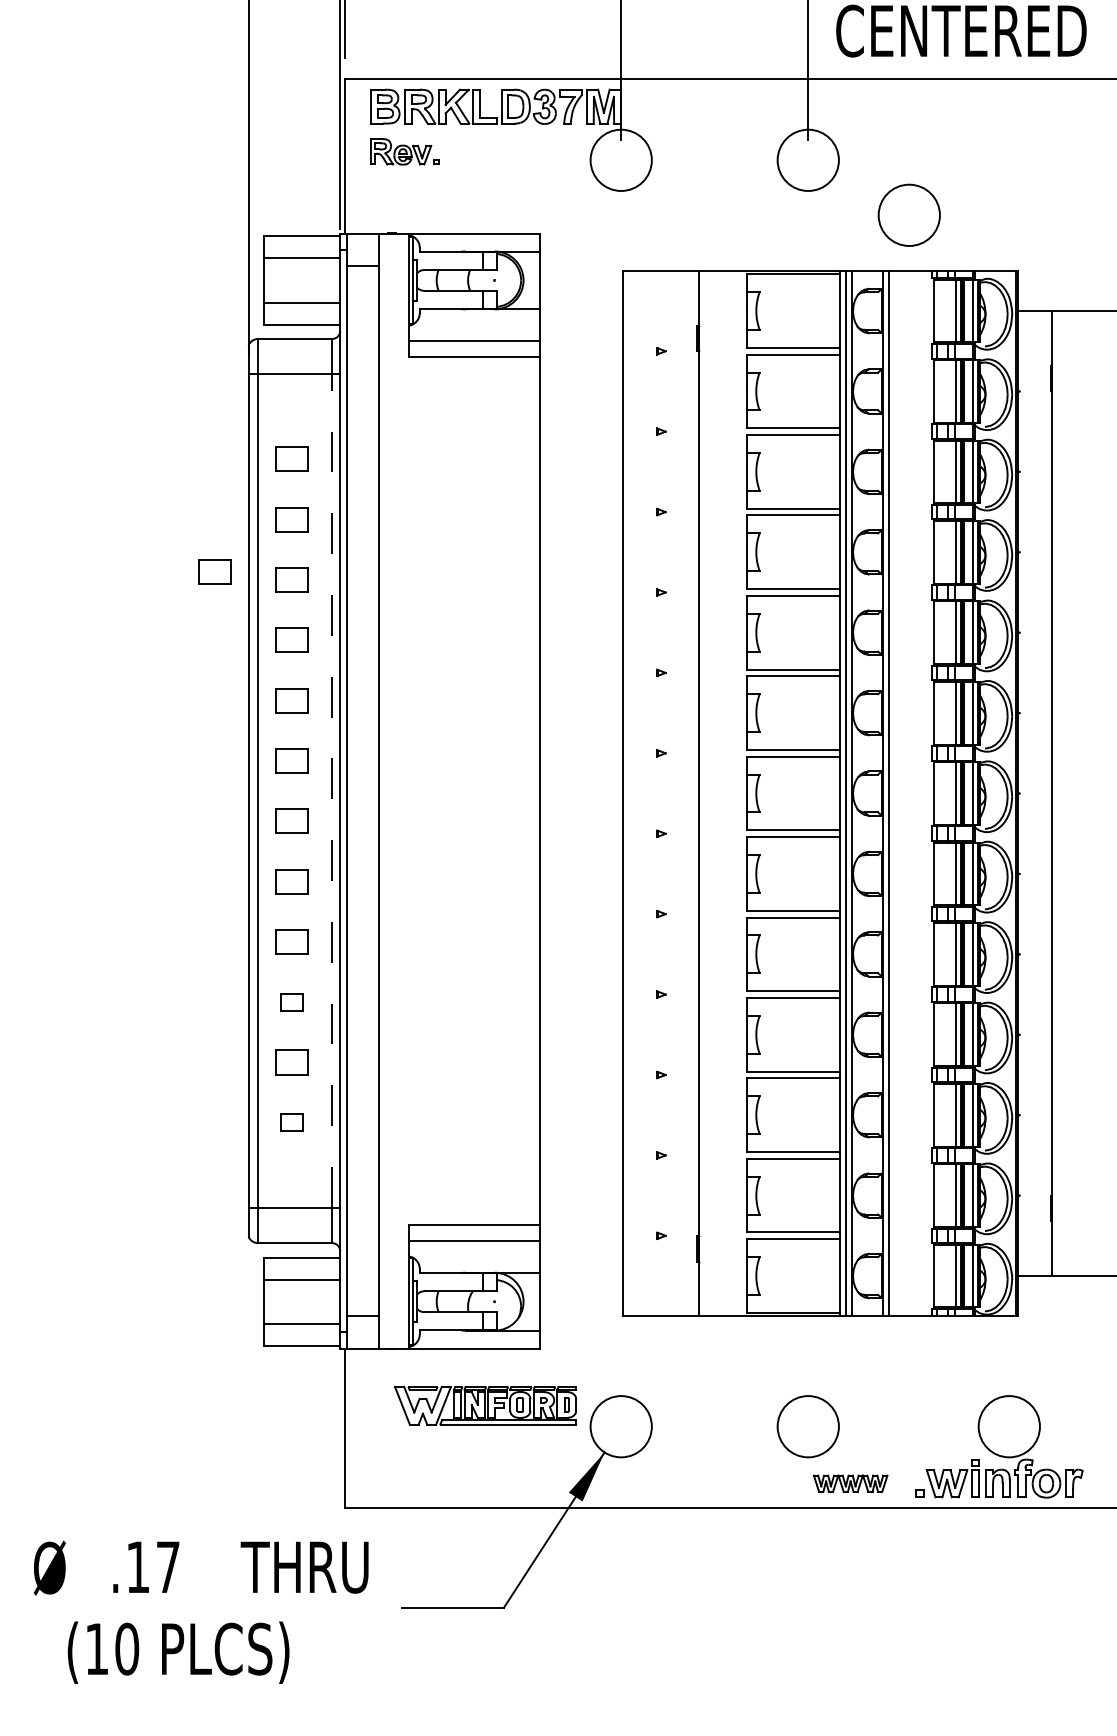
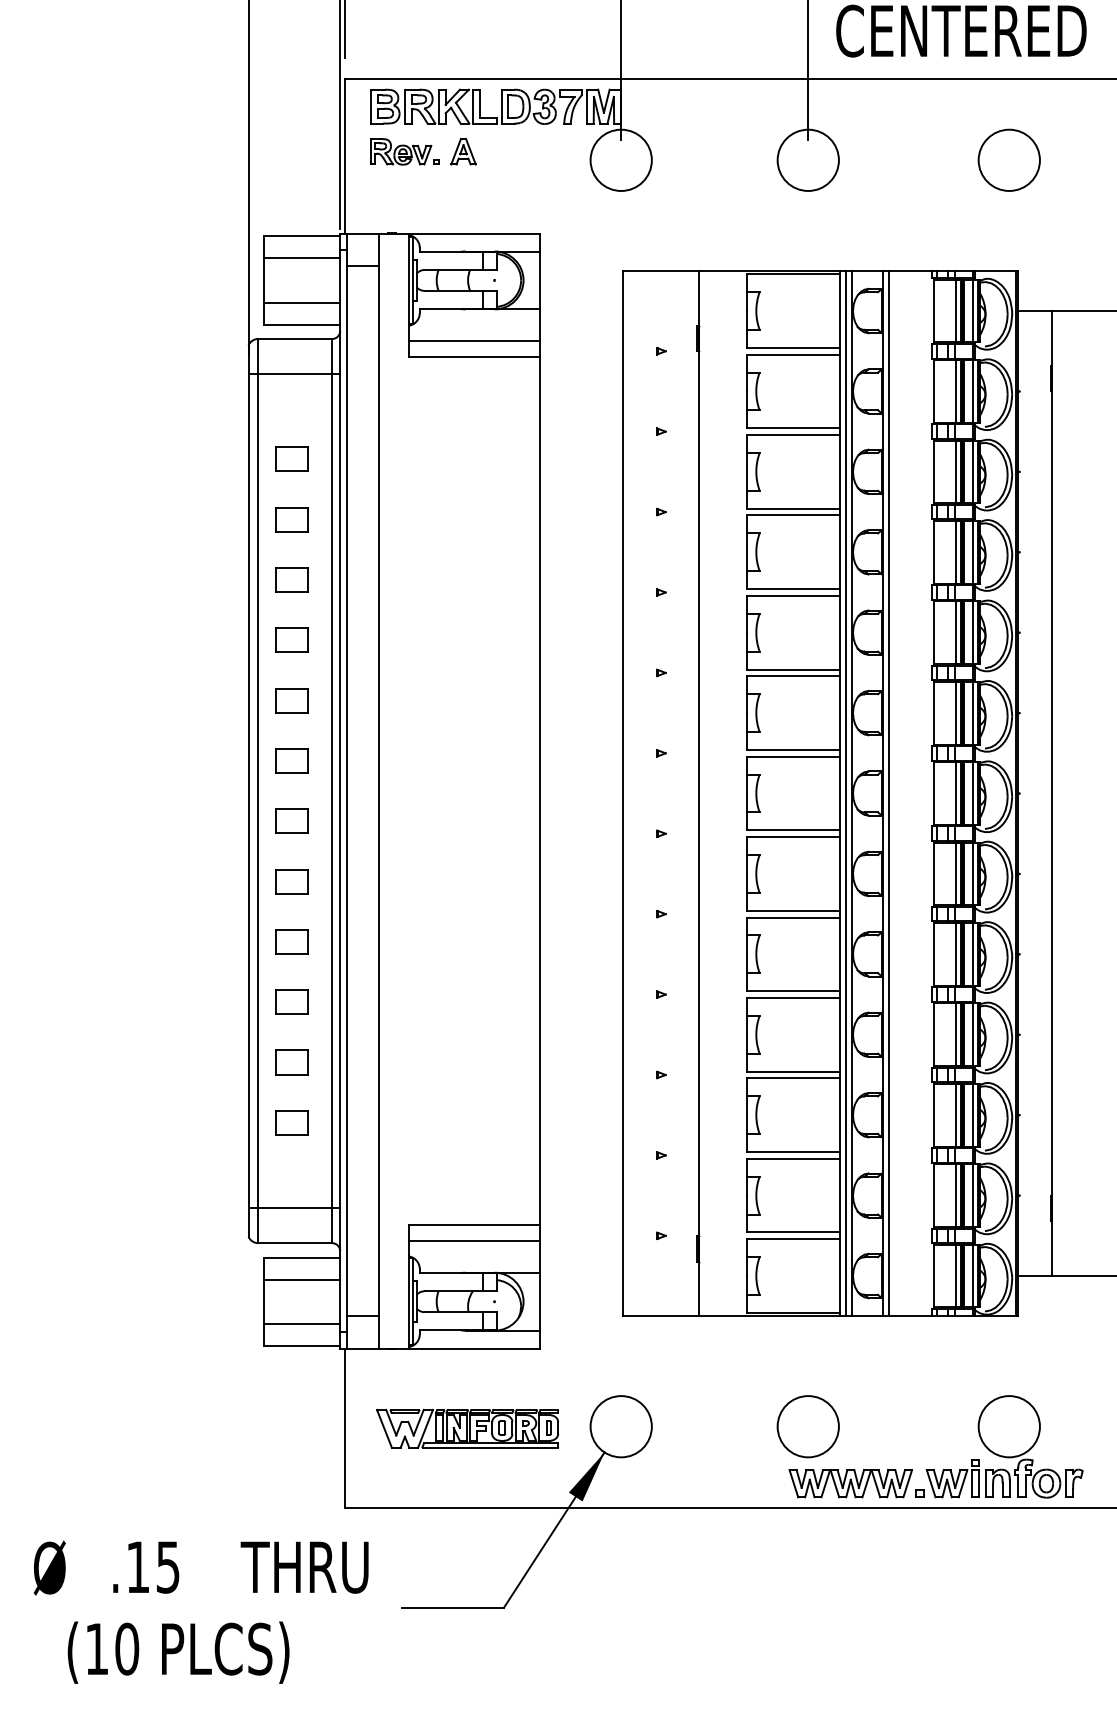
part at (463, 151): none -> present
circle at (908, 214) position: (908, 214) -> (1008, 159)
part at (214, 571): present -> none
line at (332, 791): dashed -> solid
part at (291, 1002) size: 24x19 px -> 34x26 px
part at (291, 1122) size: 24x19 px -> 34x26 px
part at (485, 1405) position: (485, 1405) -> (467, 1428)
part at (850, 1483) size: 76x19 px -> 125x30 px
text at (168, 1567): .17 -> .15
